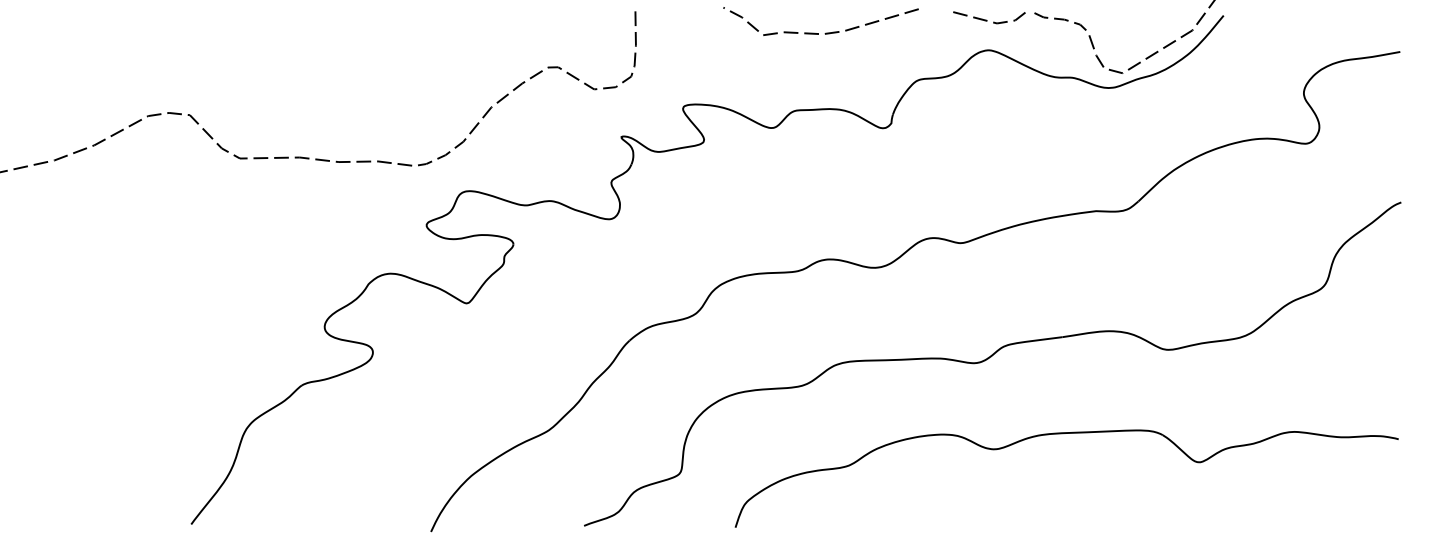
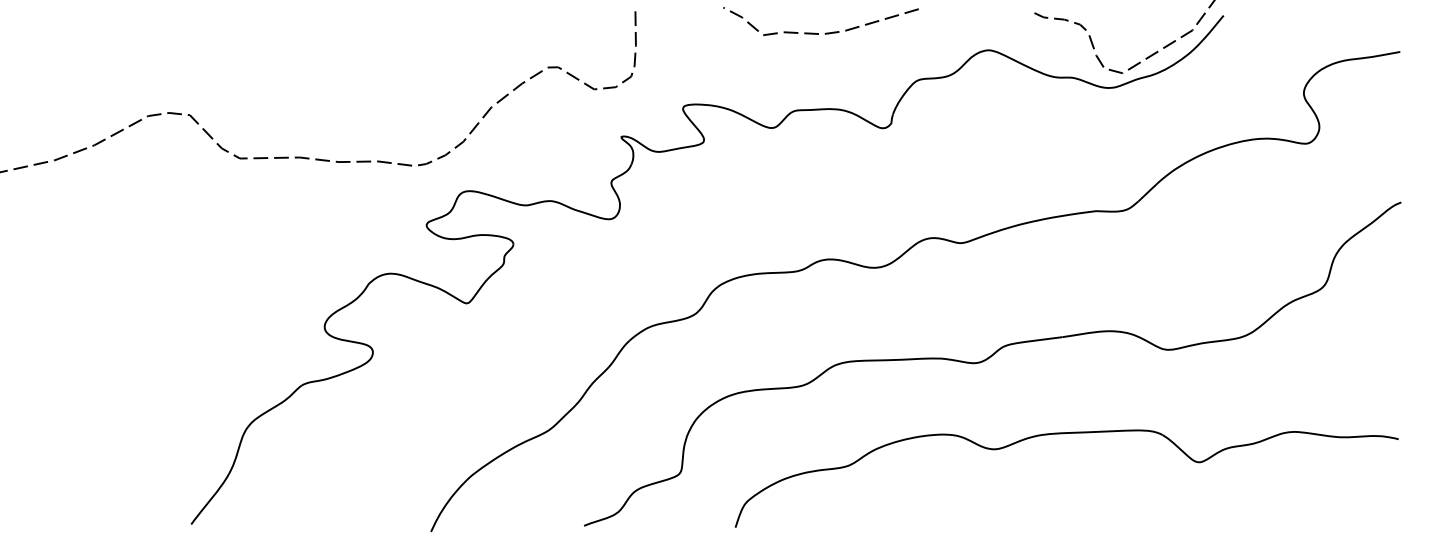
line at (986, 19): present -> none
